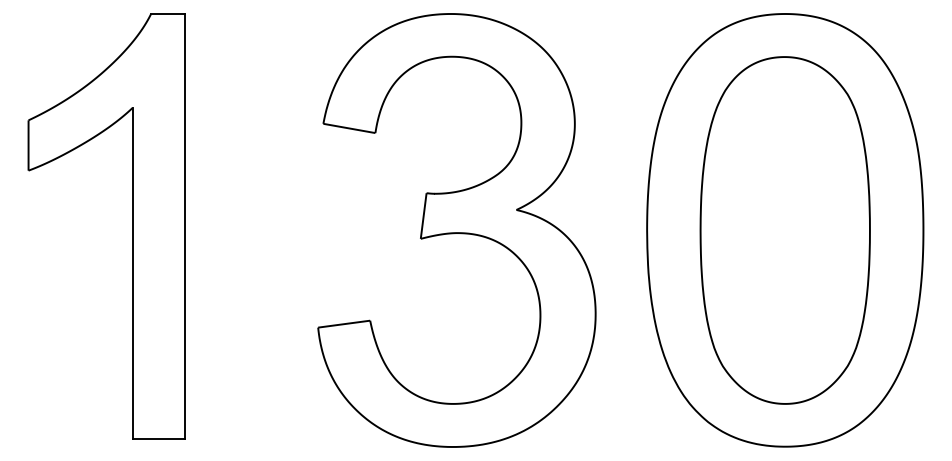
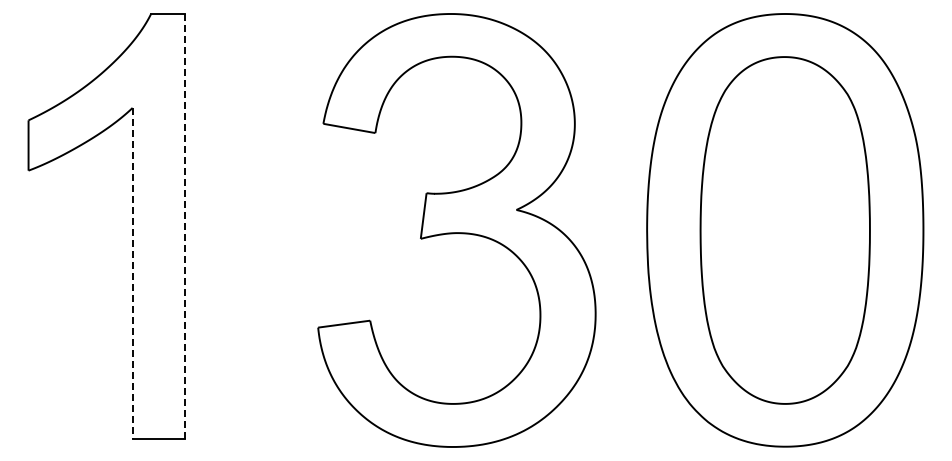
line at (184, 226): solid -> dashed
line at (132, 273): solid -> dashed
